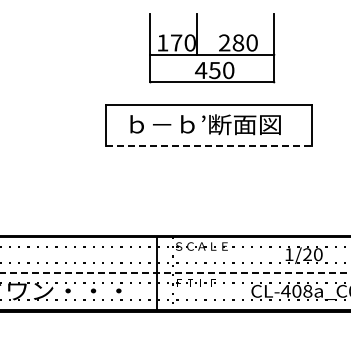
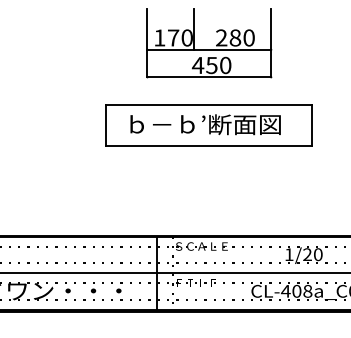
part at (212, 48) position: (212, 48) -> (209, 43)
line at (209, 146): dashed -> solid
line at (175, 273): dashed -> solid
